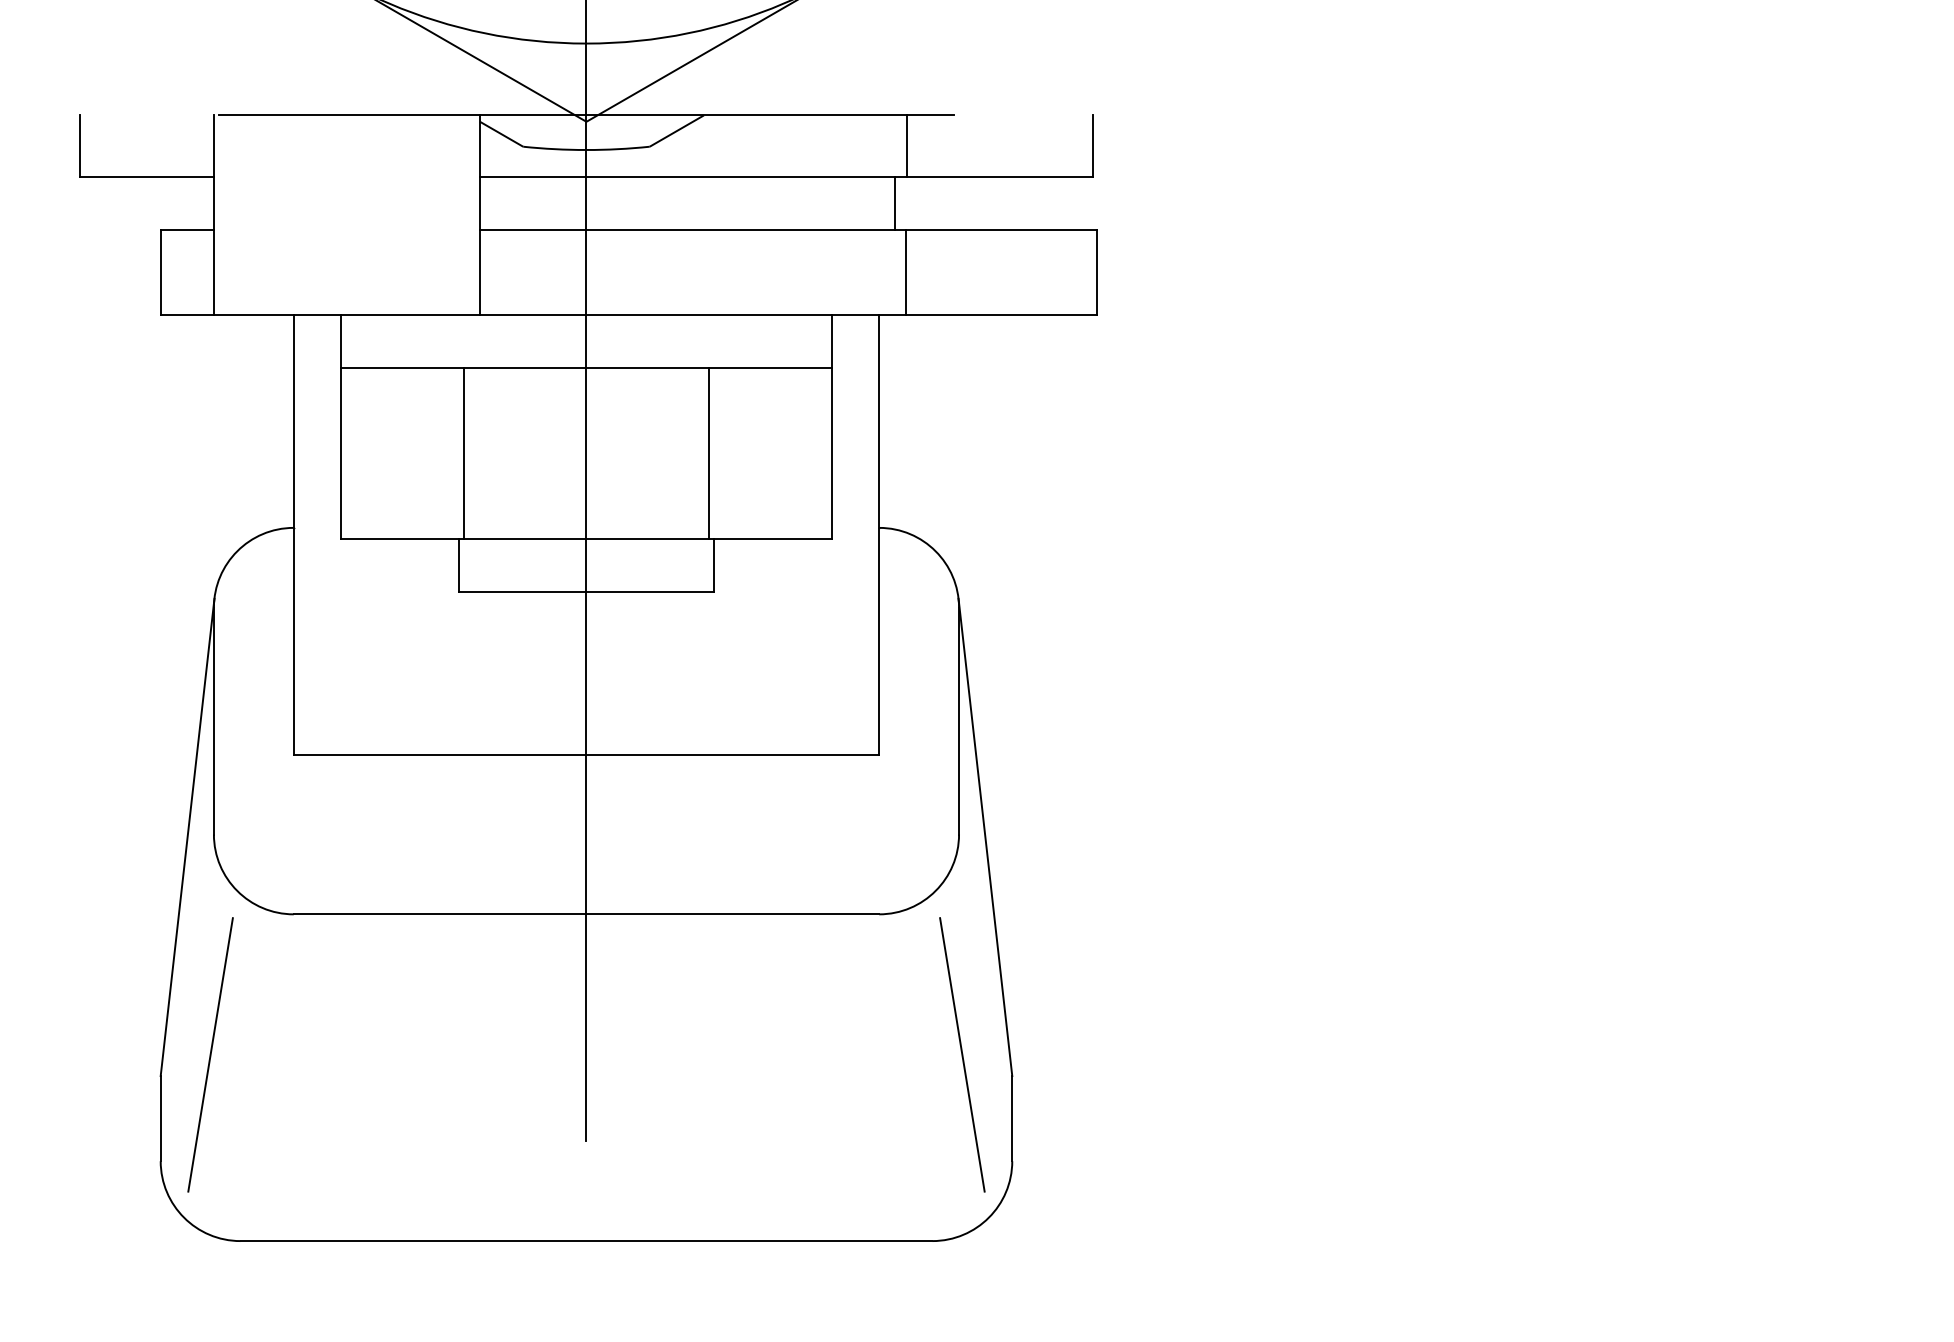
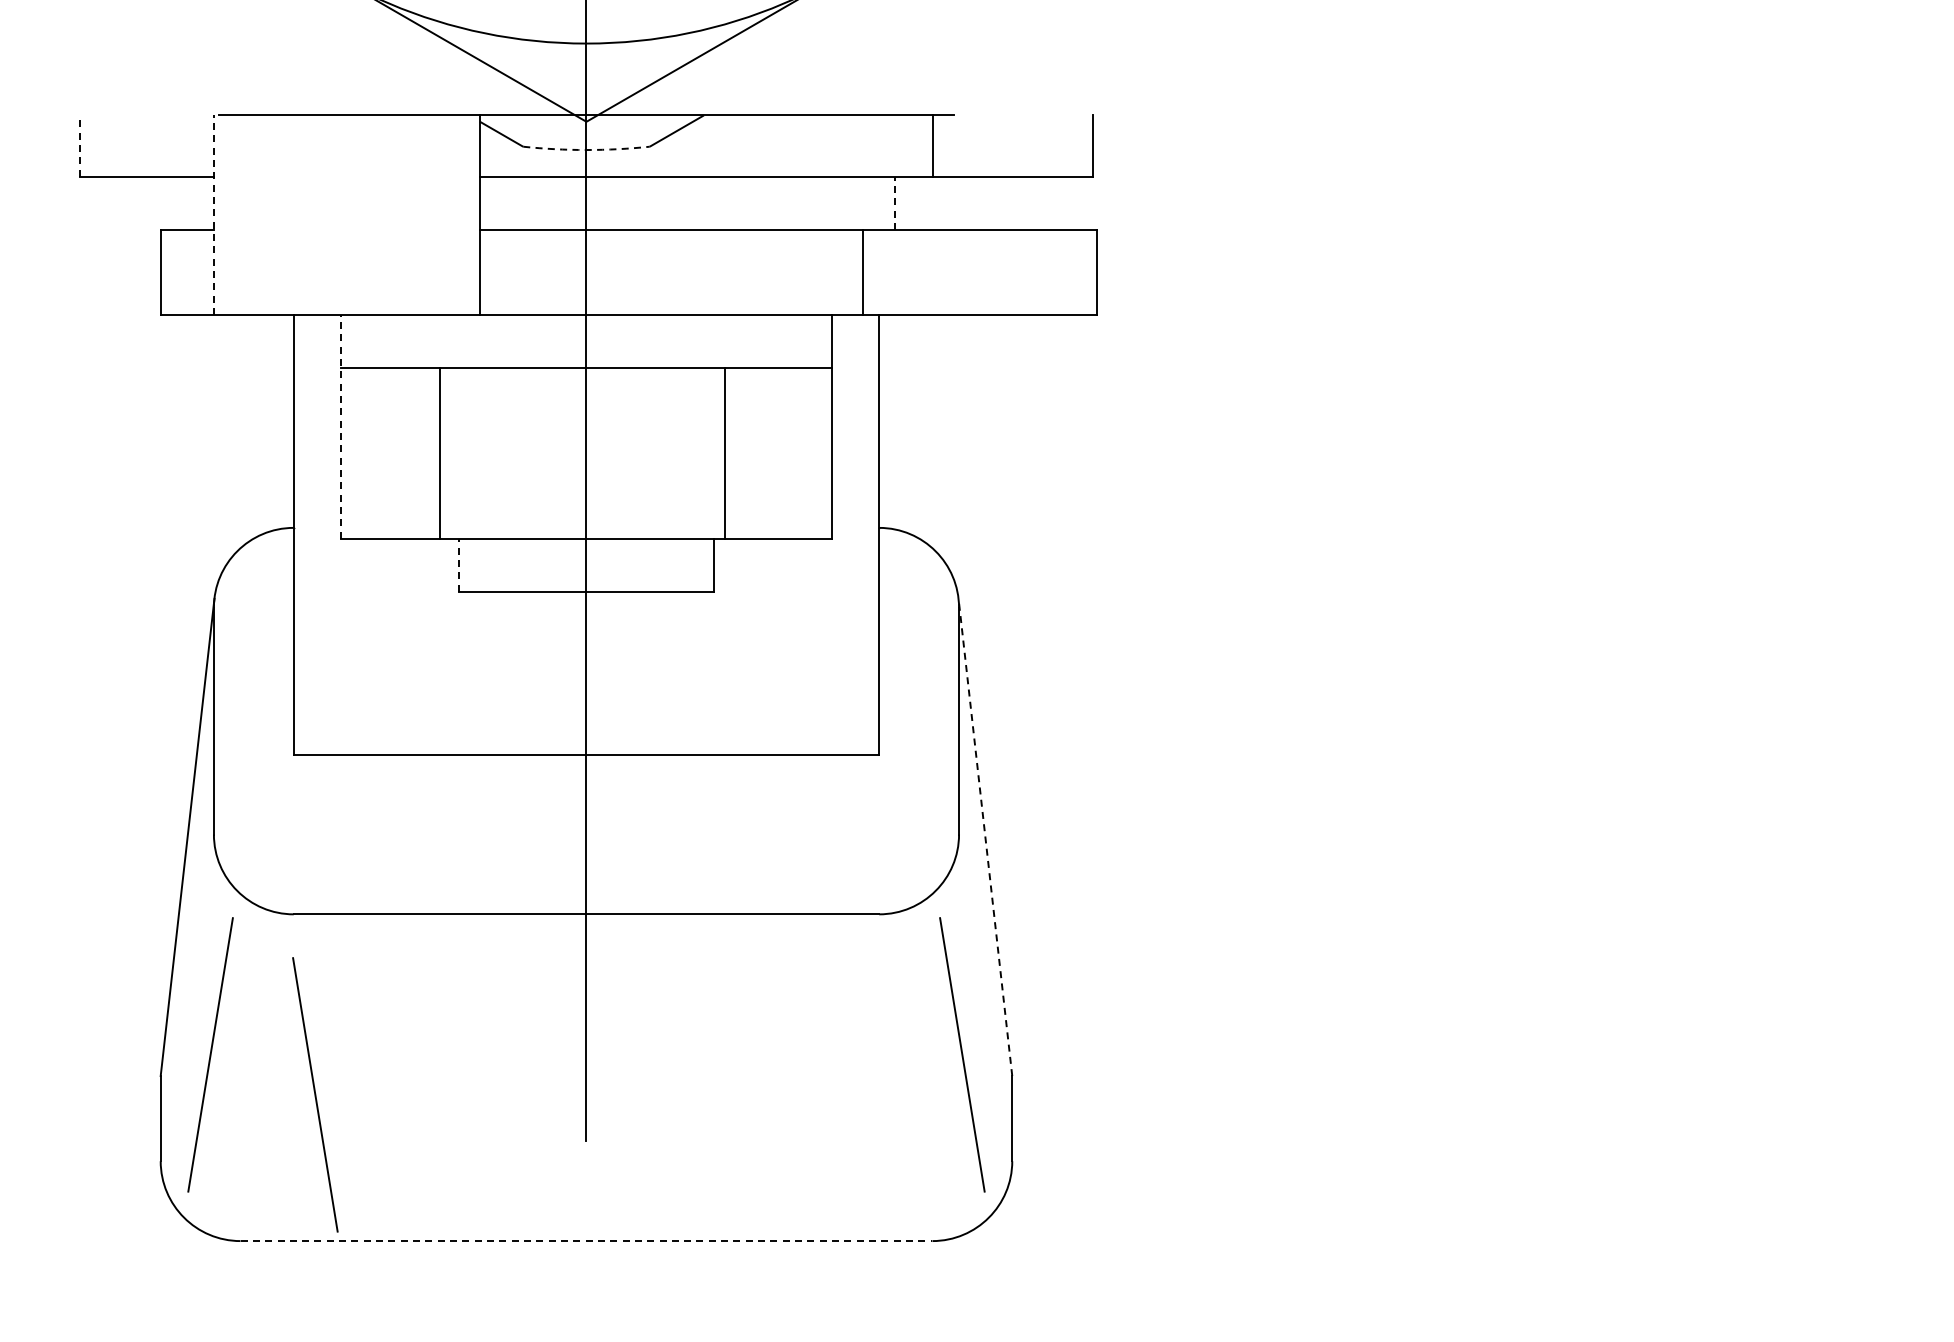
line at (906, 145) position: (906, 145) -> (932, 145)
line at (80, 146): solid -> dashed
arc at (586, 150): solid -> dashed
line at (894, 203): solid -> dashed
line at (213, 215): solid -> dashed
line at (905, 272) position: (905, 272) -> (862, 272)
line at (340, 426): solid -> dashed
line at (463, 453) position: (463, 453) -> (439, 453)
line at (709, 453) position: (709, 453) -> (725, 453)
line at (458, 565): solid -> dashed
line at (985, 836): solid -> dashed
line at (315, 1094): none -> present
line at (586, 1241): solid -> dashed
